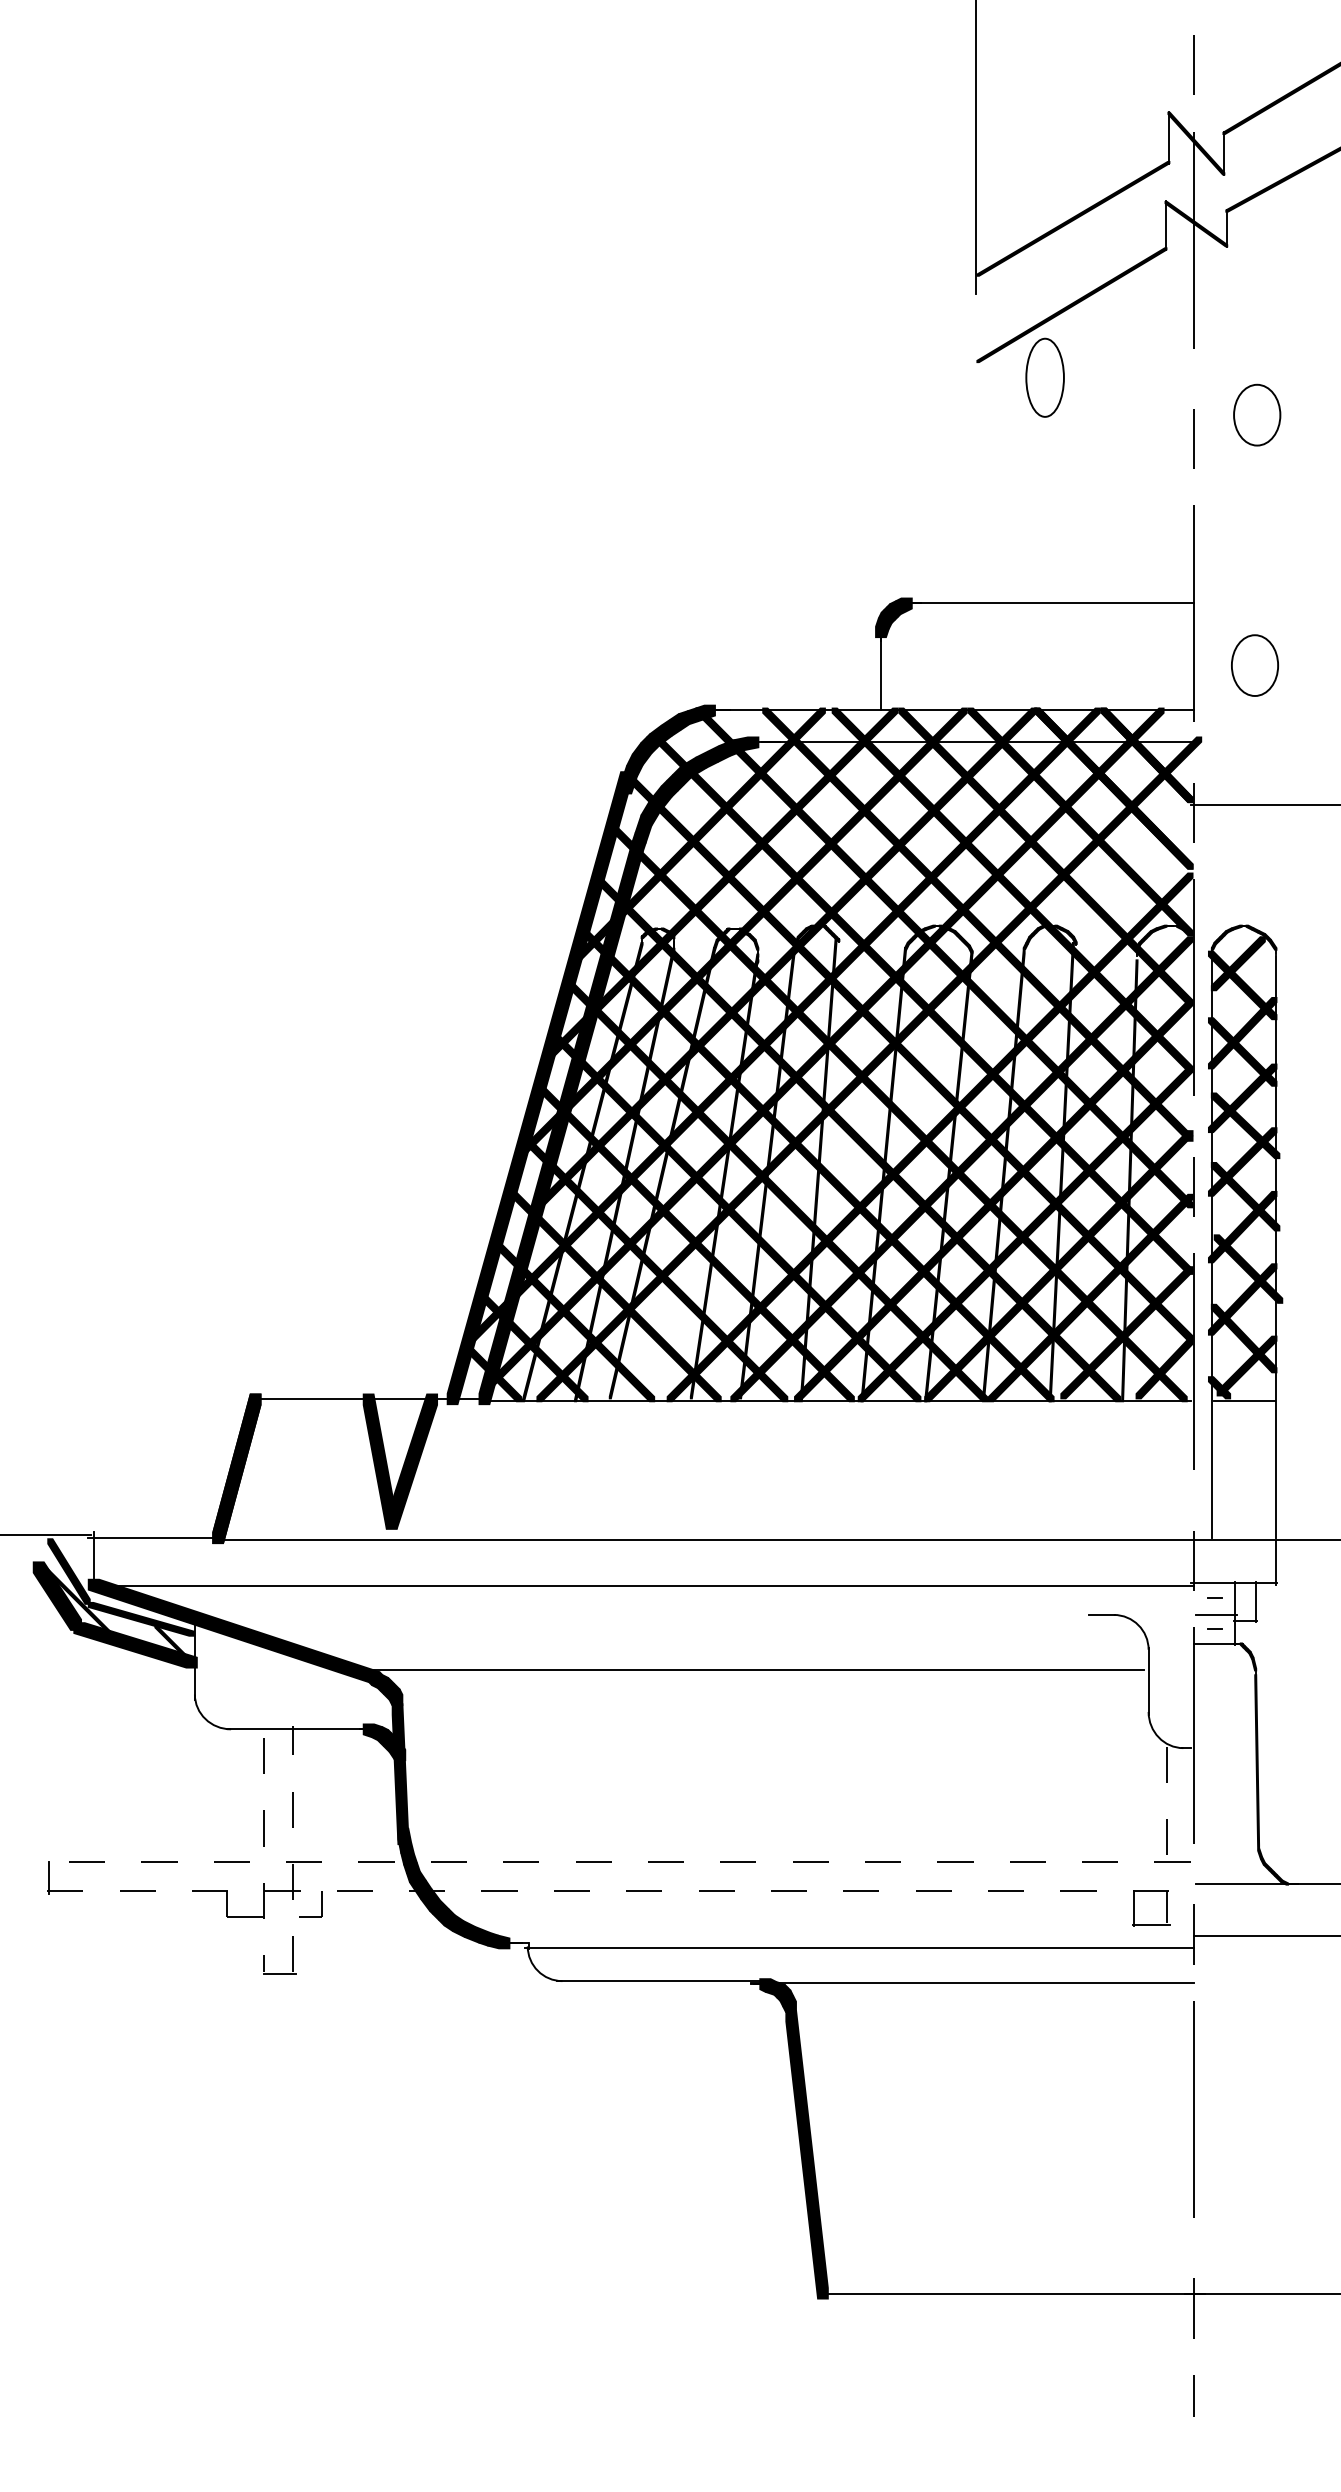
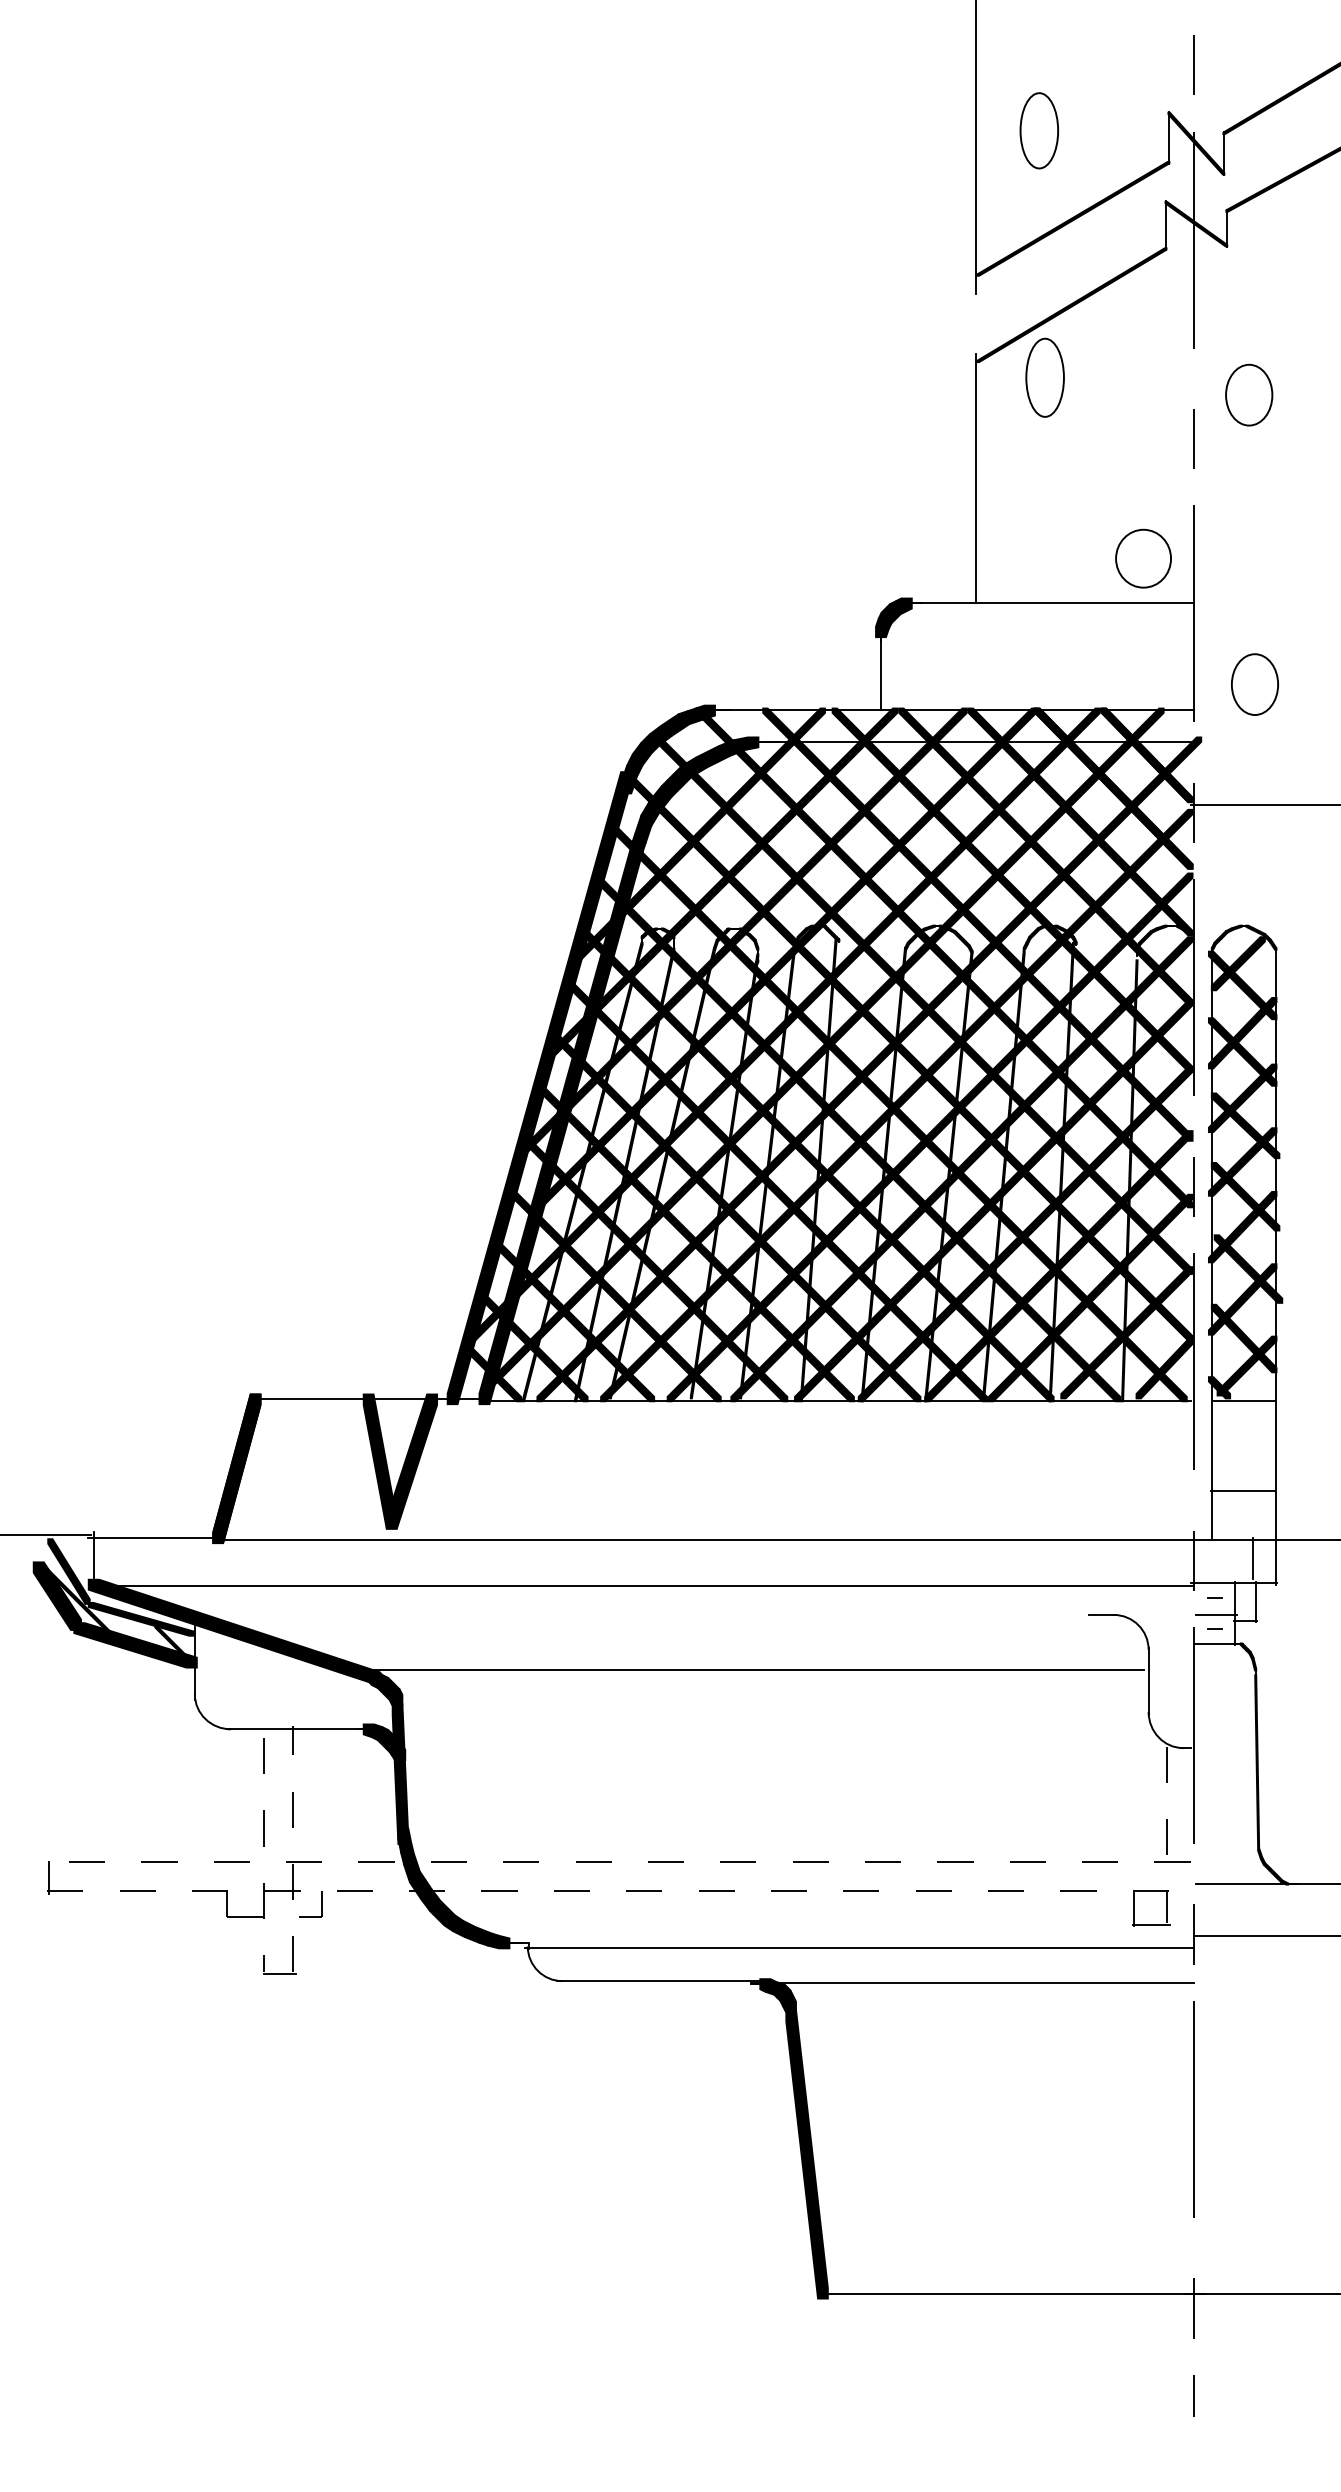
part at (1038, 130): none -> present
part at (1257, 414) position: (1257, 414) -> (1249, 394)
line at (976, 478): none -> present
part at (1143, 558): none -> present
part at (1254, 665) position: (1254, 665) -> (1254, 684)
fill at (896, 1105): none -> present
line at (1242, 1490): none -> present
line at (1252, 1558): none -> present
